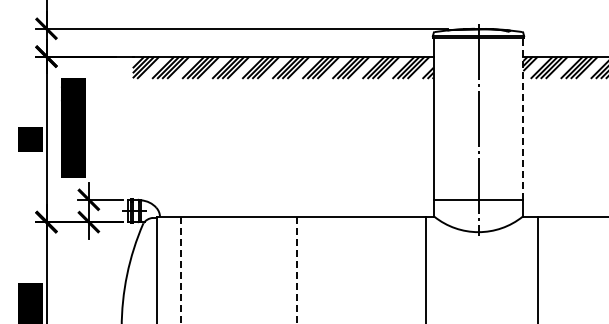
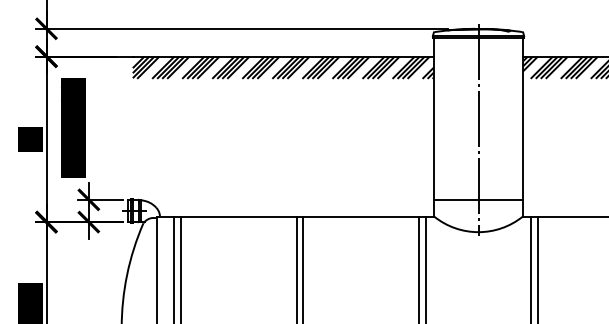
line at (523, 118): dashed -> solid
line at (174, 268): none -> present
line at (303, 268): none -> present
line at (419, 268): none -> present
line at (530, 268): none -> present
line at (180, 270): dashed -> solid
line at (296, 270): dashed -> solid
